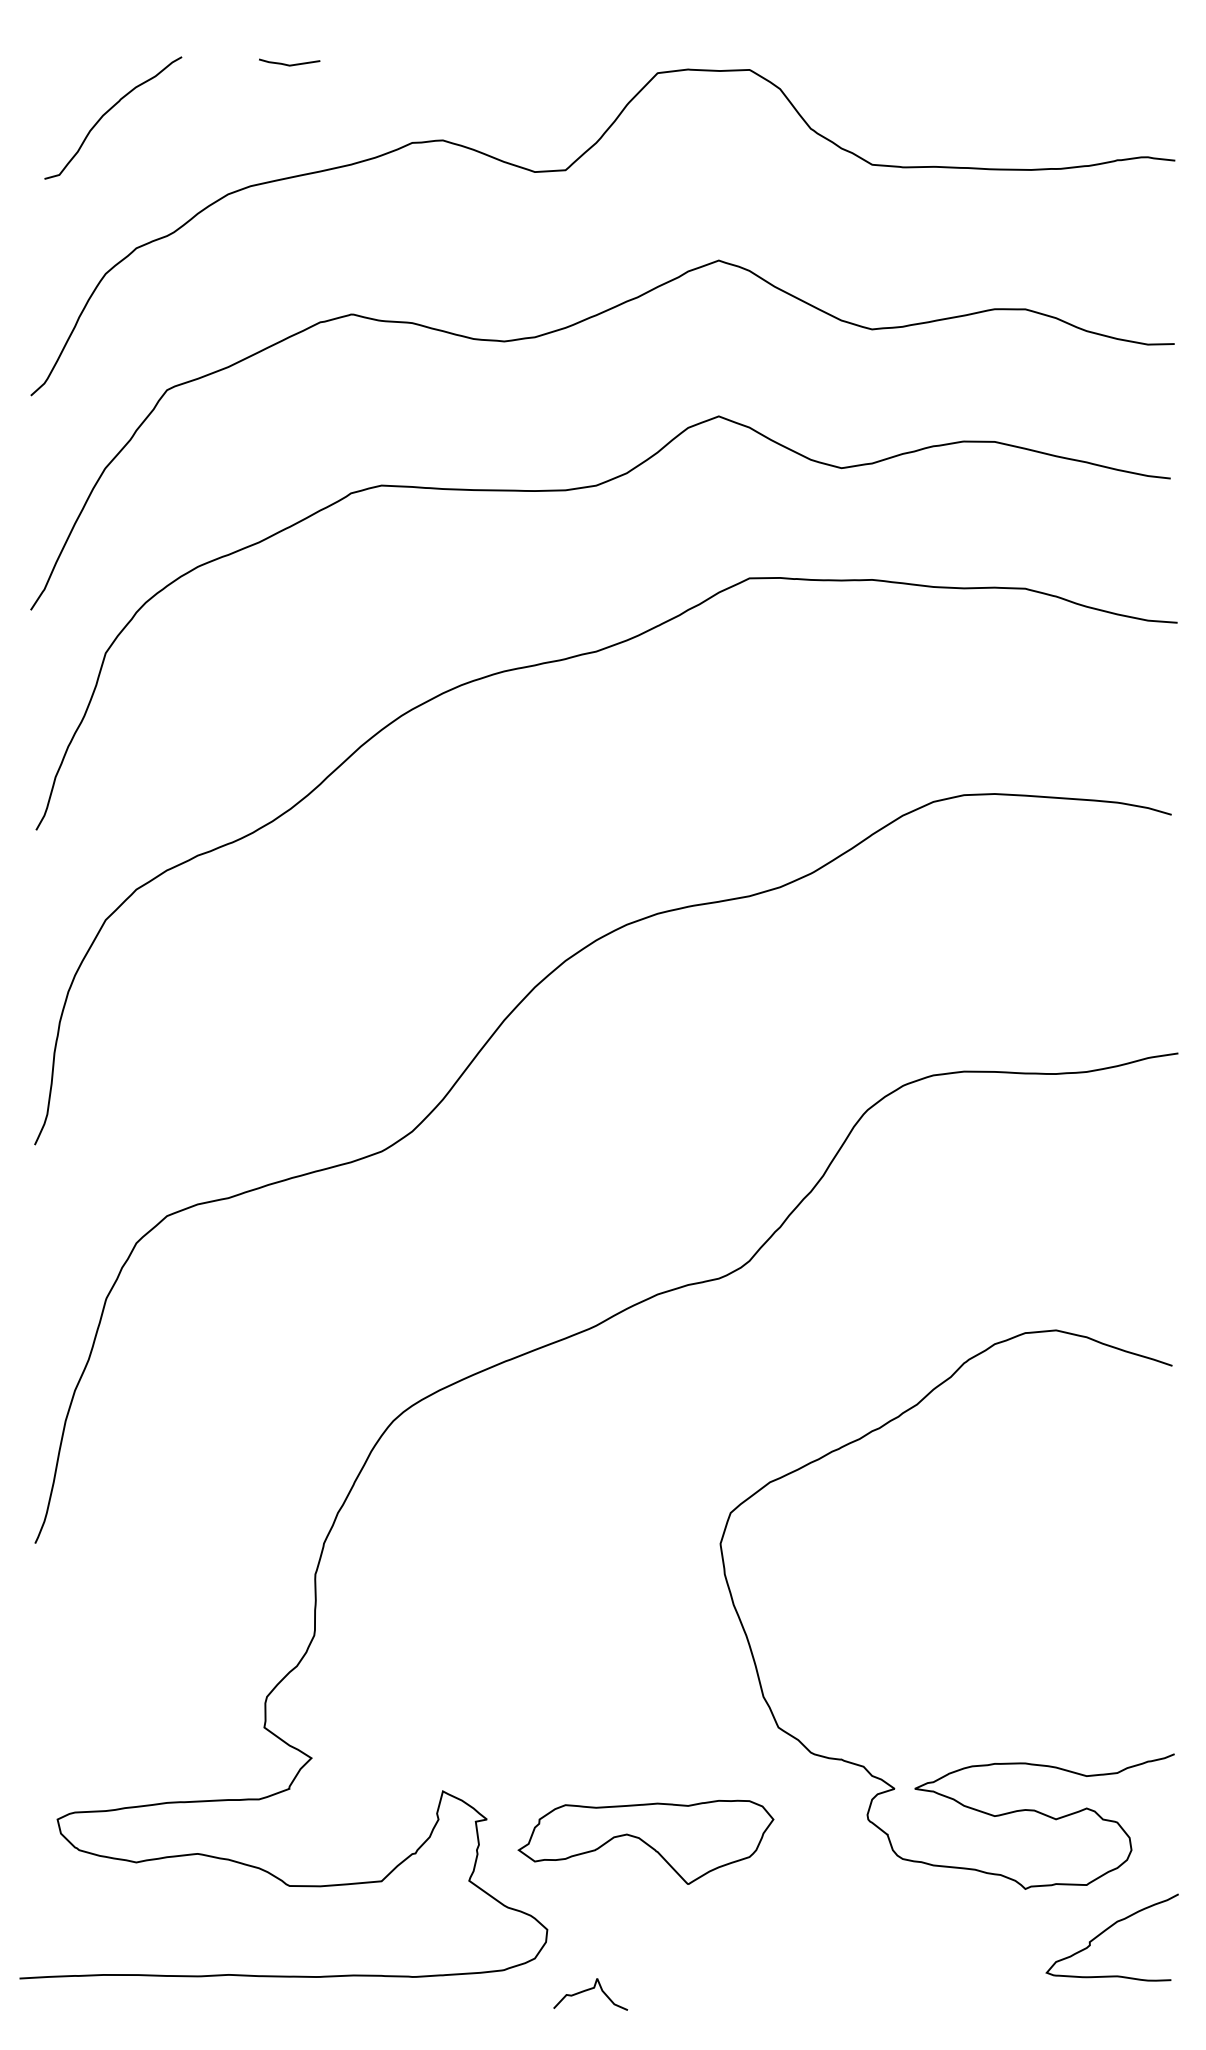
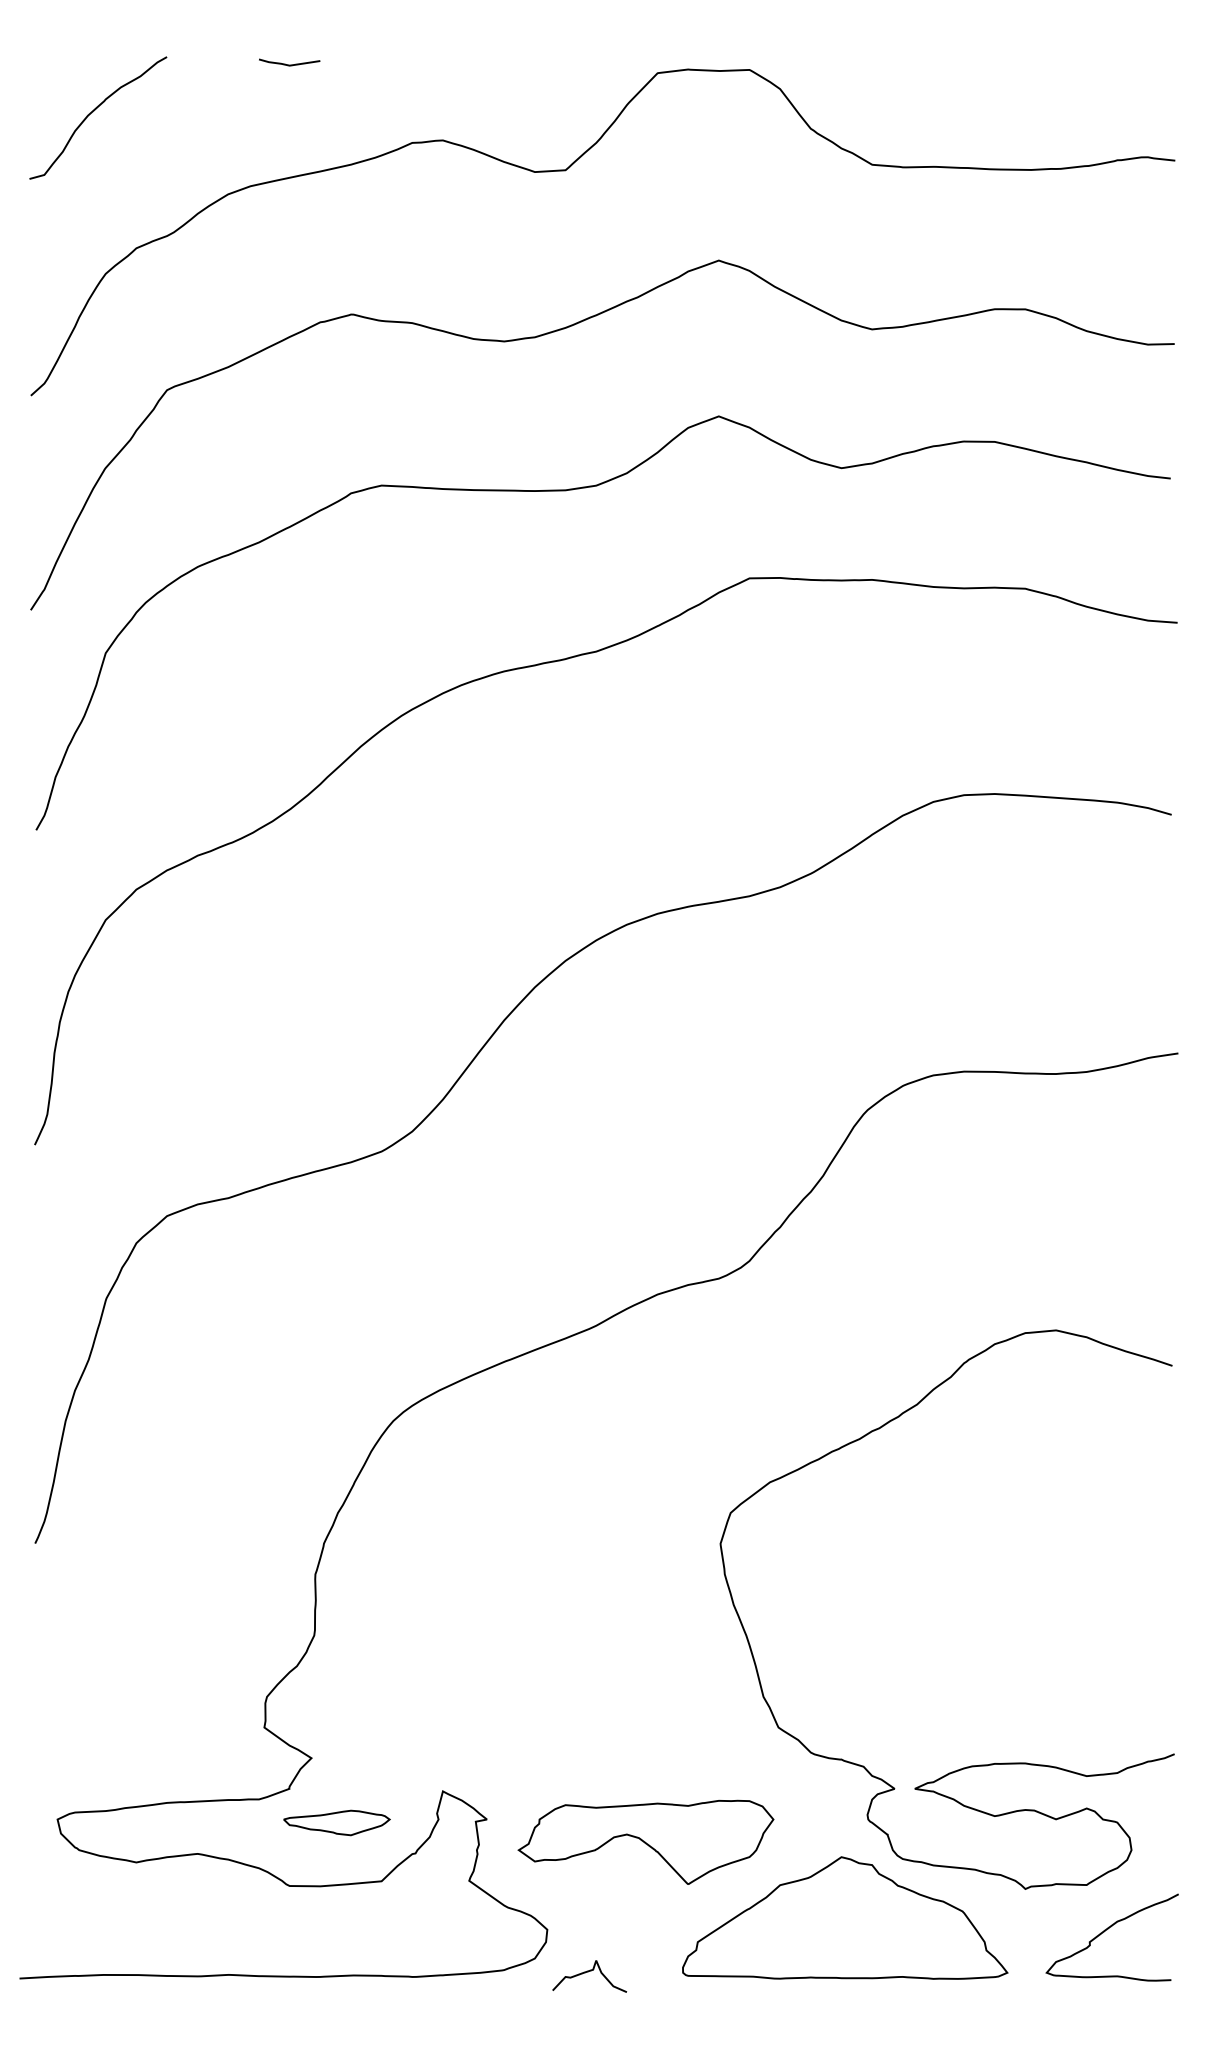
curve at (108, 112) position: (108, 112) -> (93, 112)
part at (336, 1822): none -> present
part at (845, 1917): none -> present
curve at (589, 1990) position: (589, 1990) -> (588, 1972)
